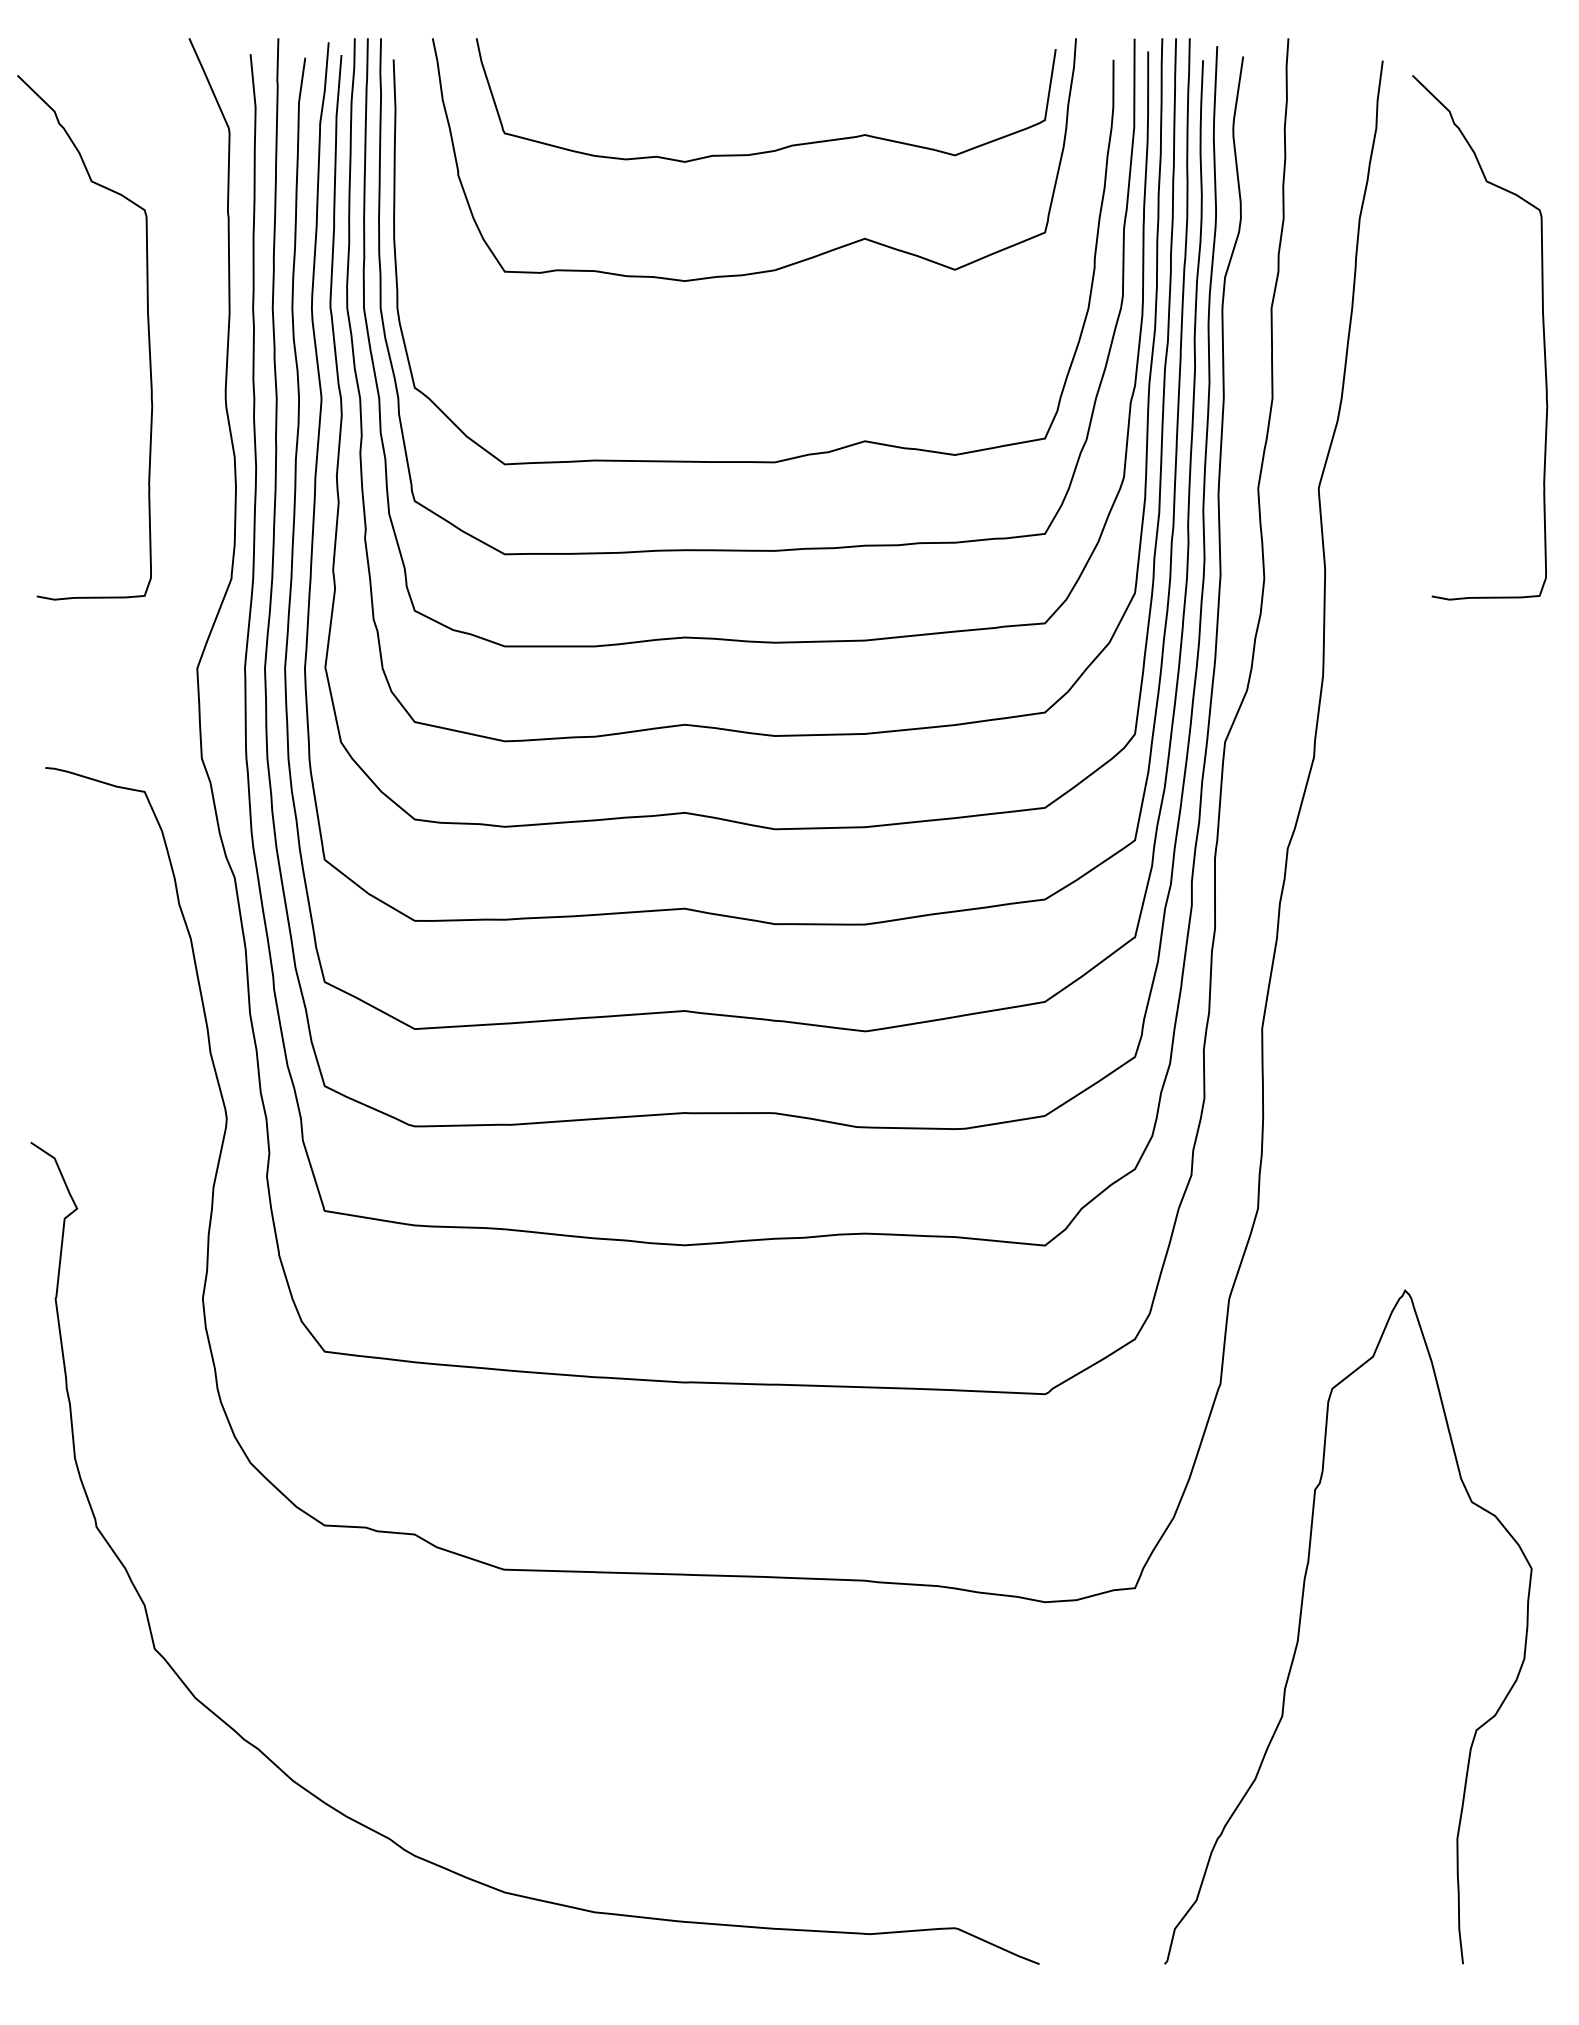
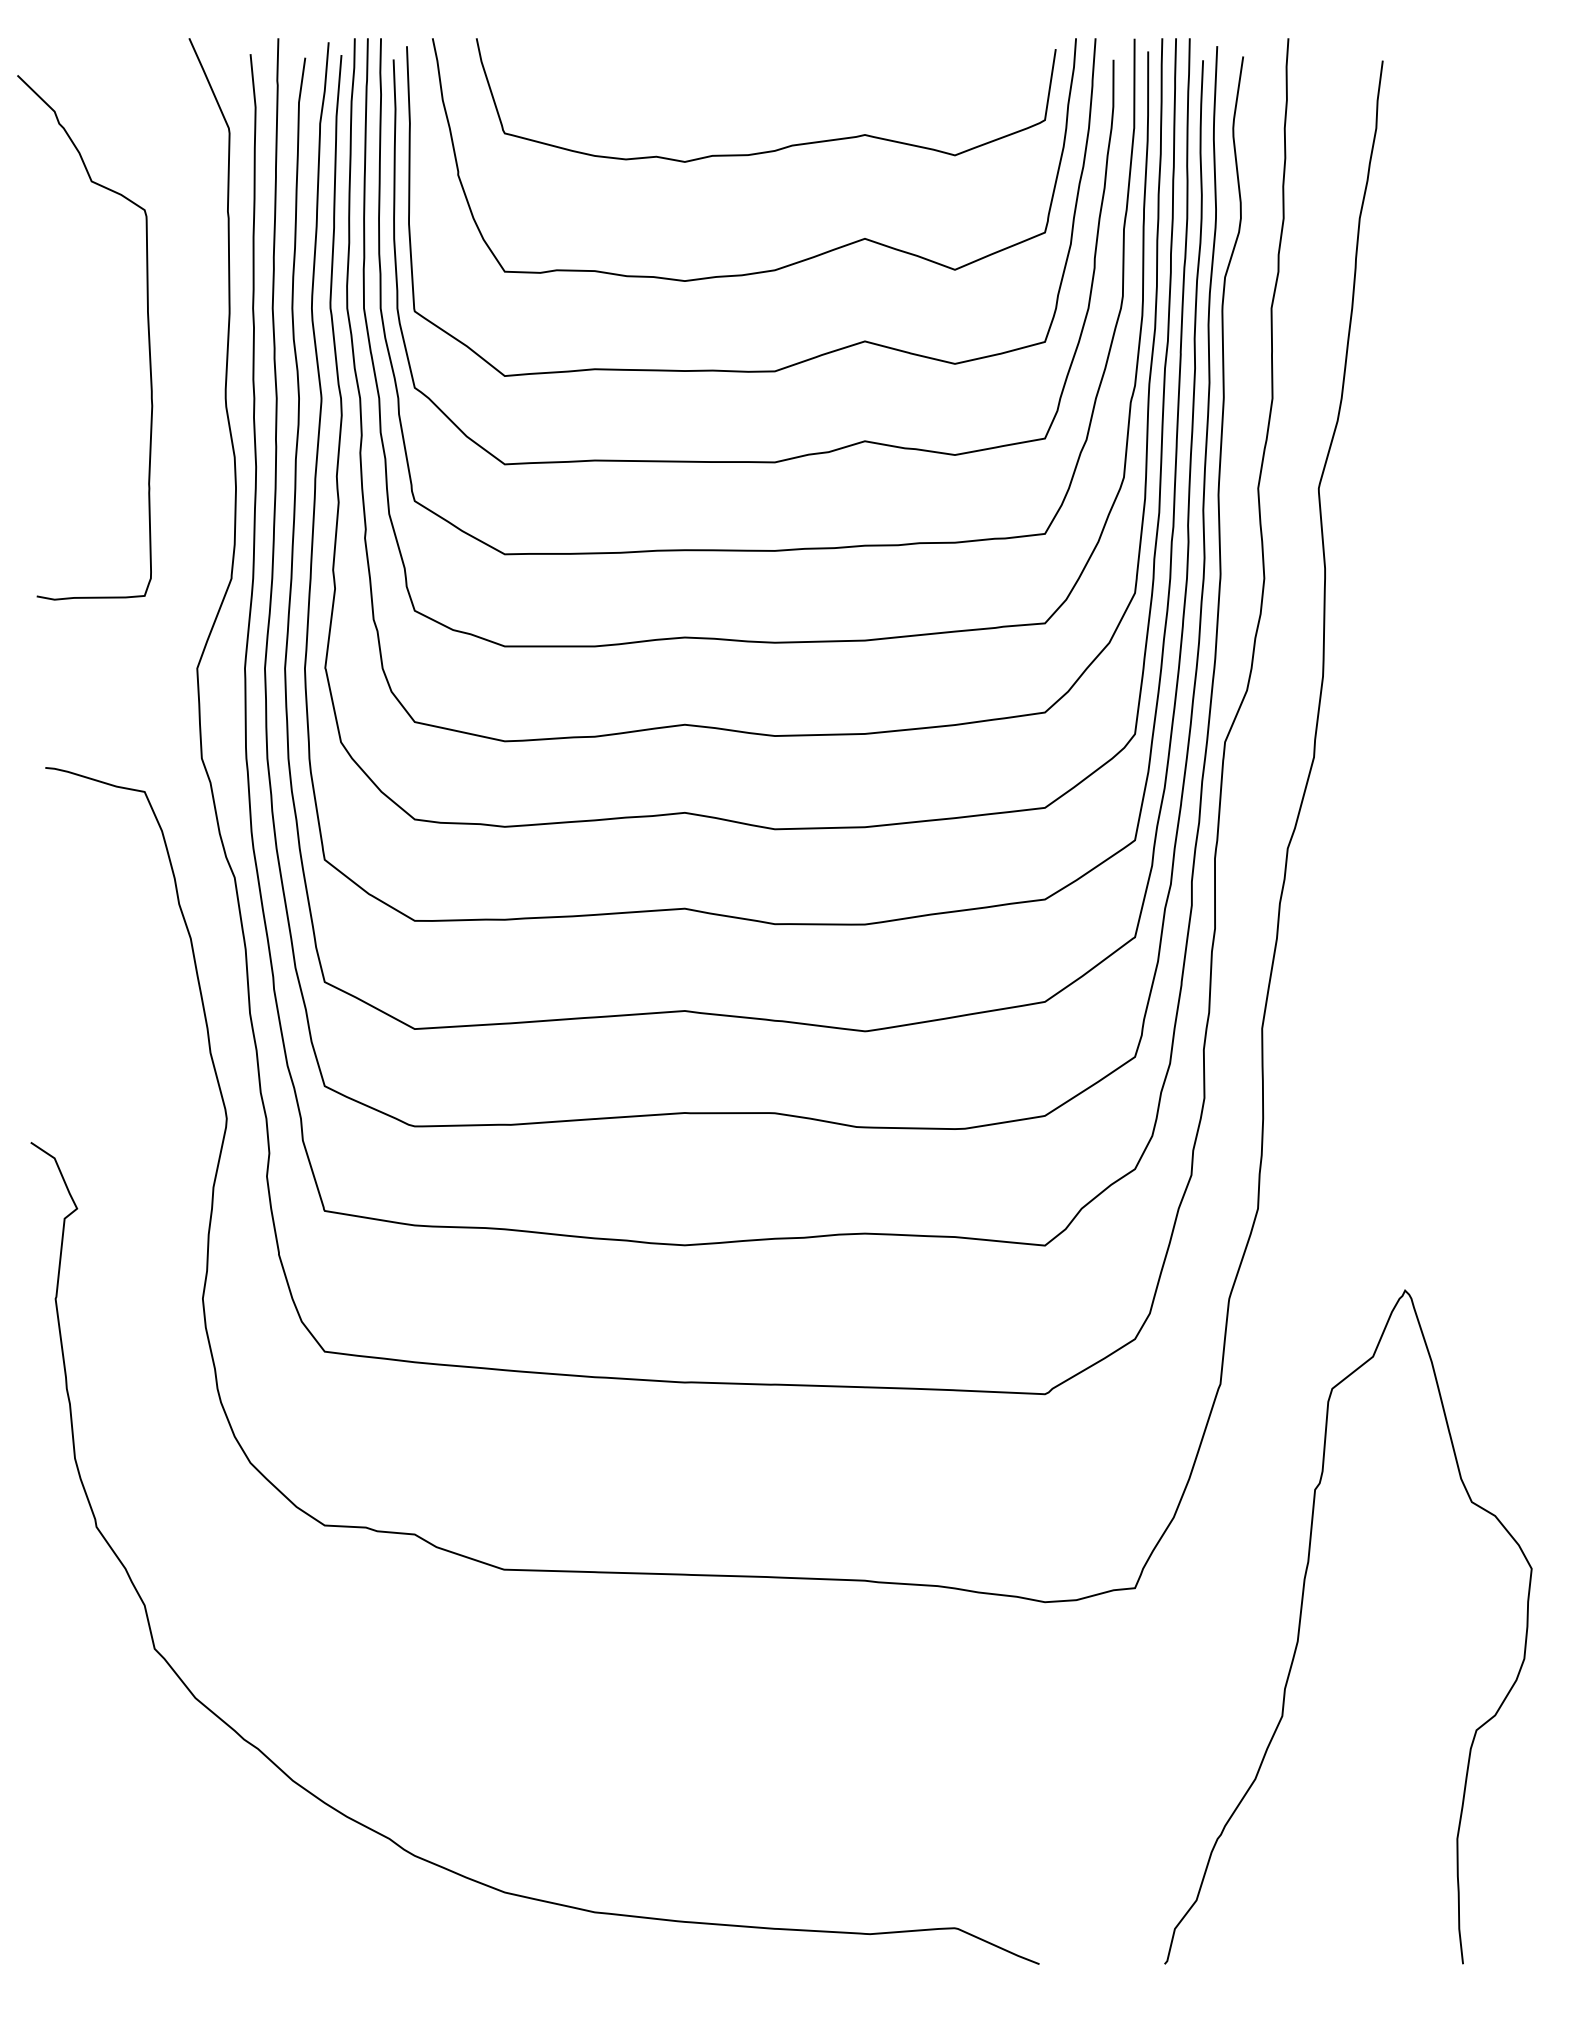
curve at (1542, 329): present -> none
curve at (802, 360): none -> present
